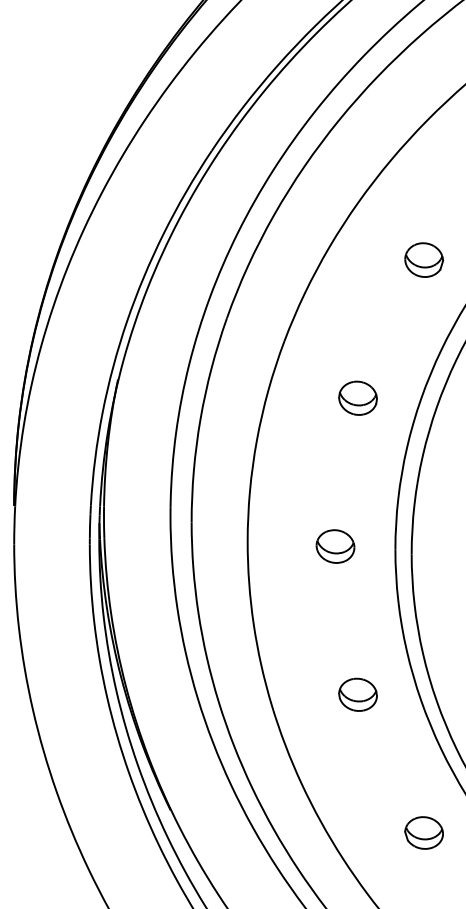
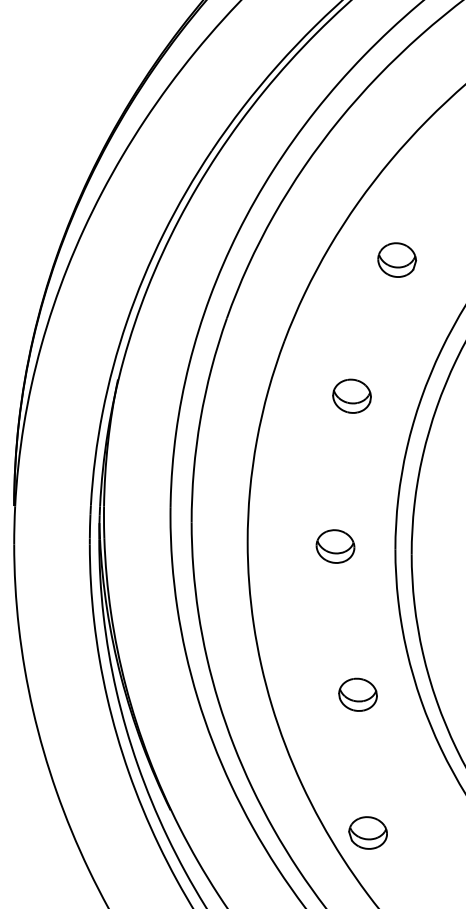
part at (424, 259) position: (424, 259) -> (397, 259)
part at (357, 397) position: (357, 397) -> (351, 395)
part at (423, 832) position: (423, 832) -> (367, 832)
